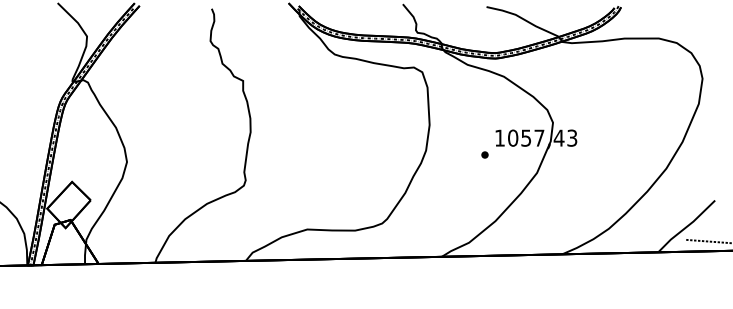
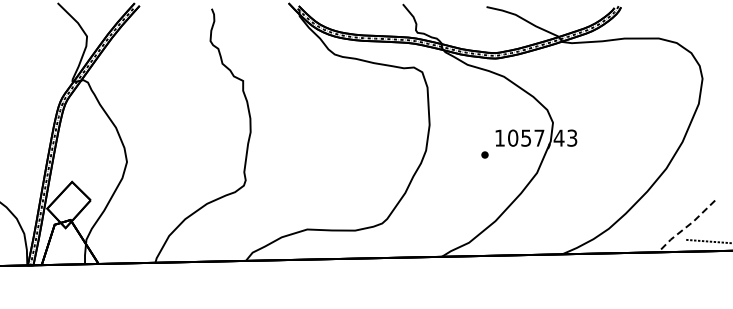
line at (687, 226): solid -> dashed
